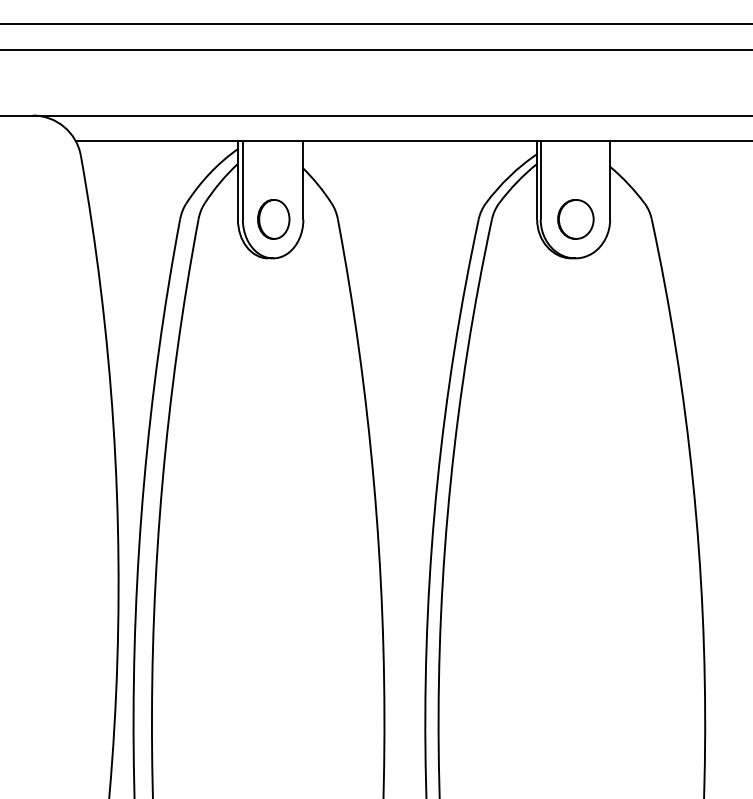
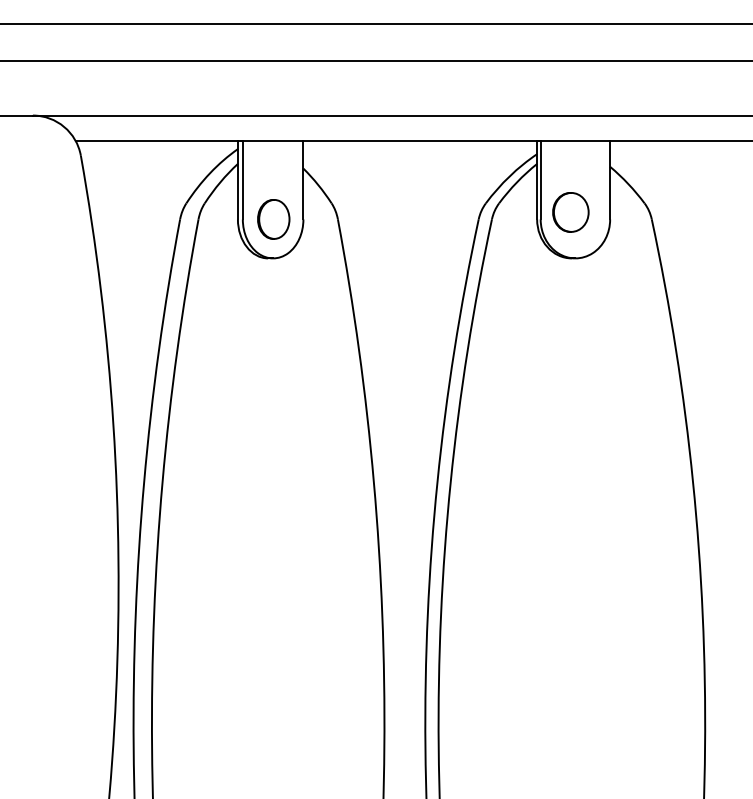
line at (375, 49) position: (375, 49) -> (375, 60)
part at (575, 219) position: (575, 219) -> (570, 212)
